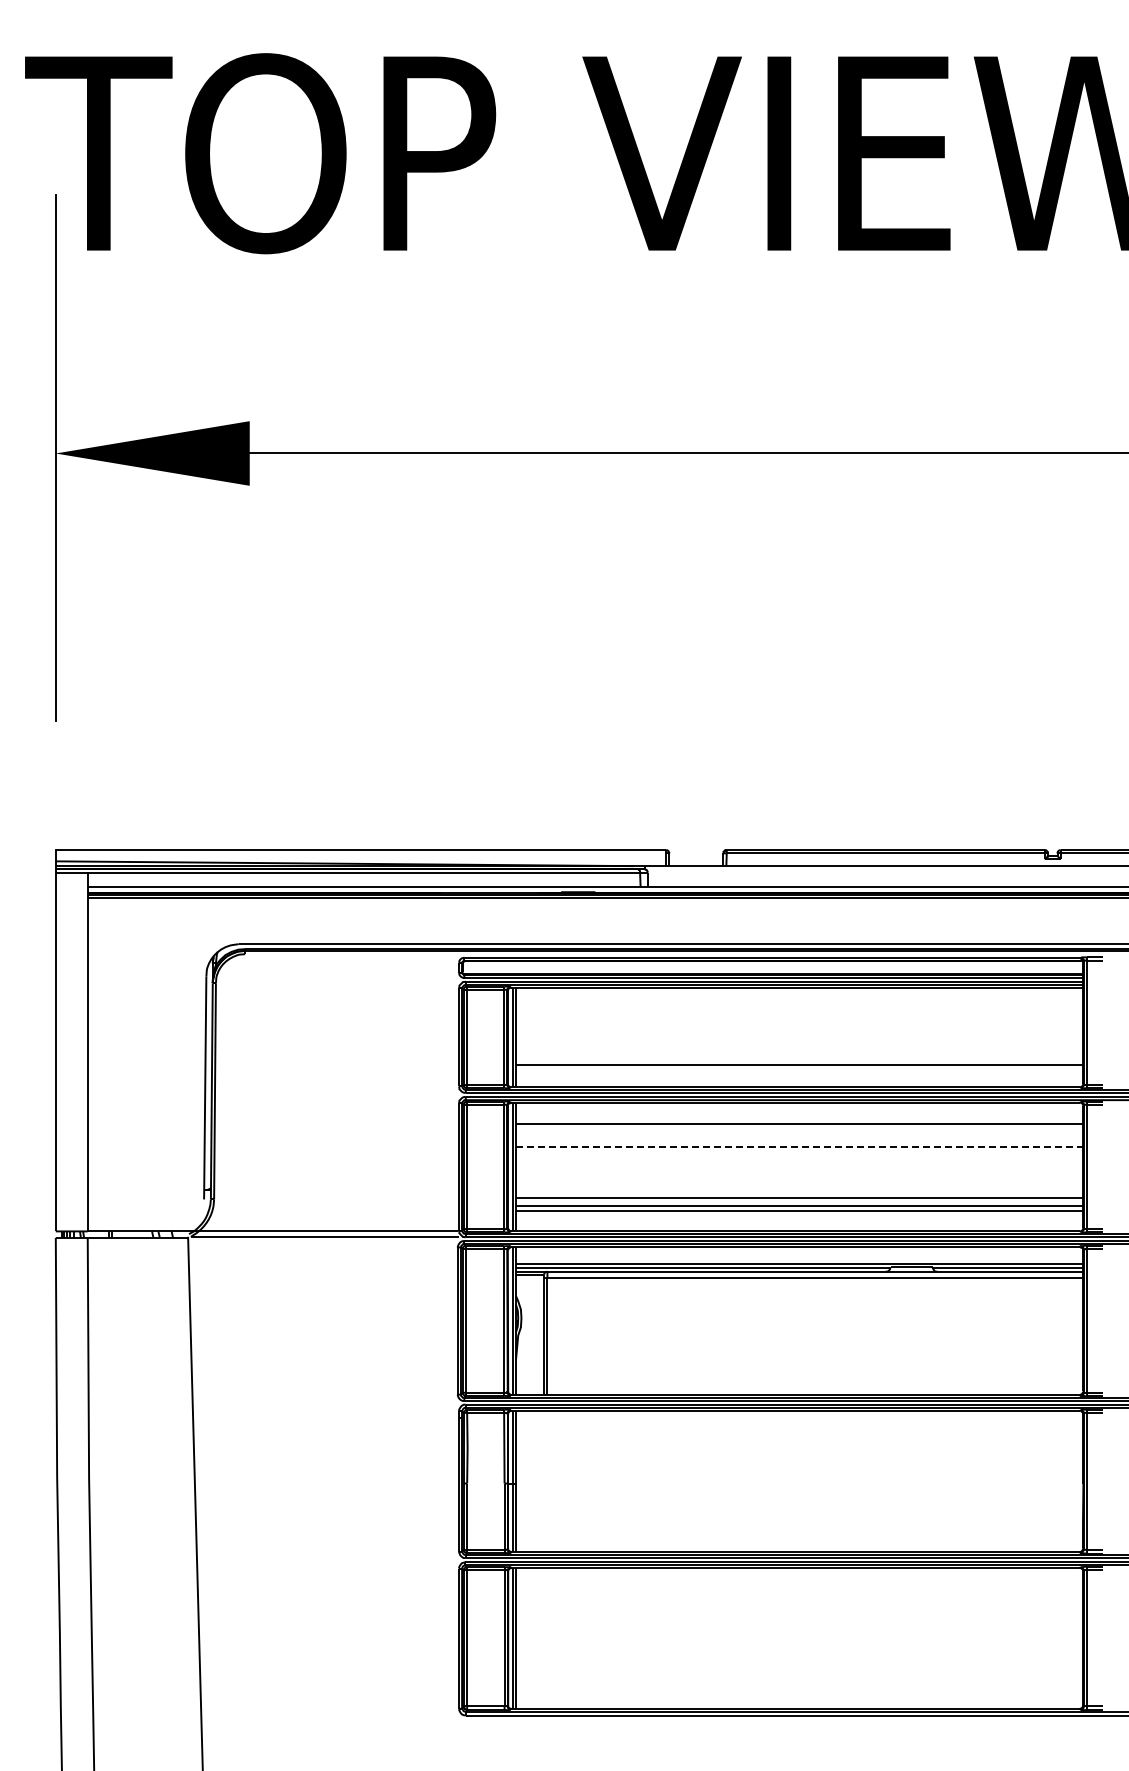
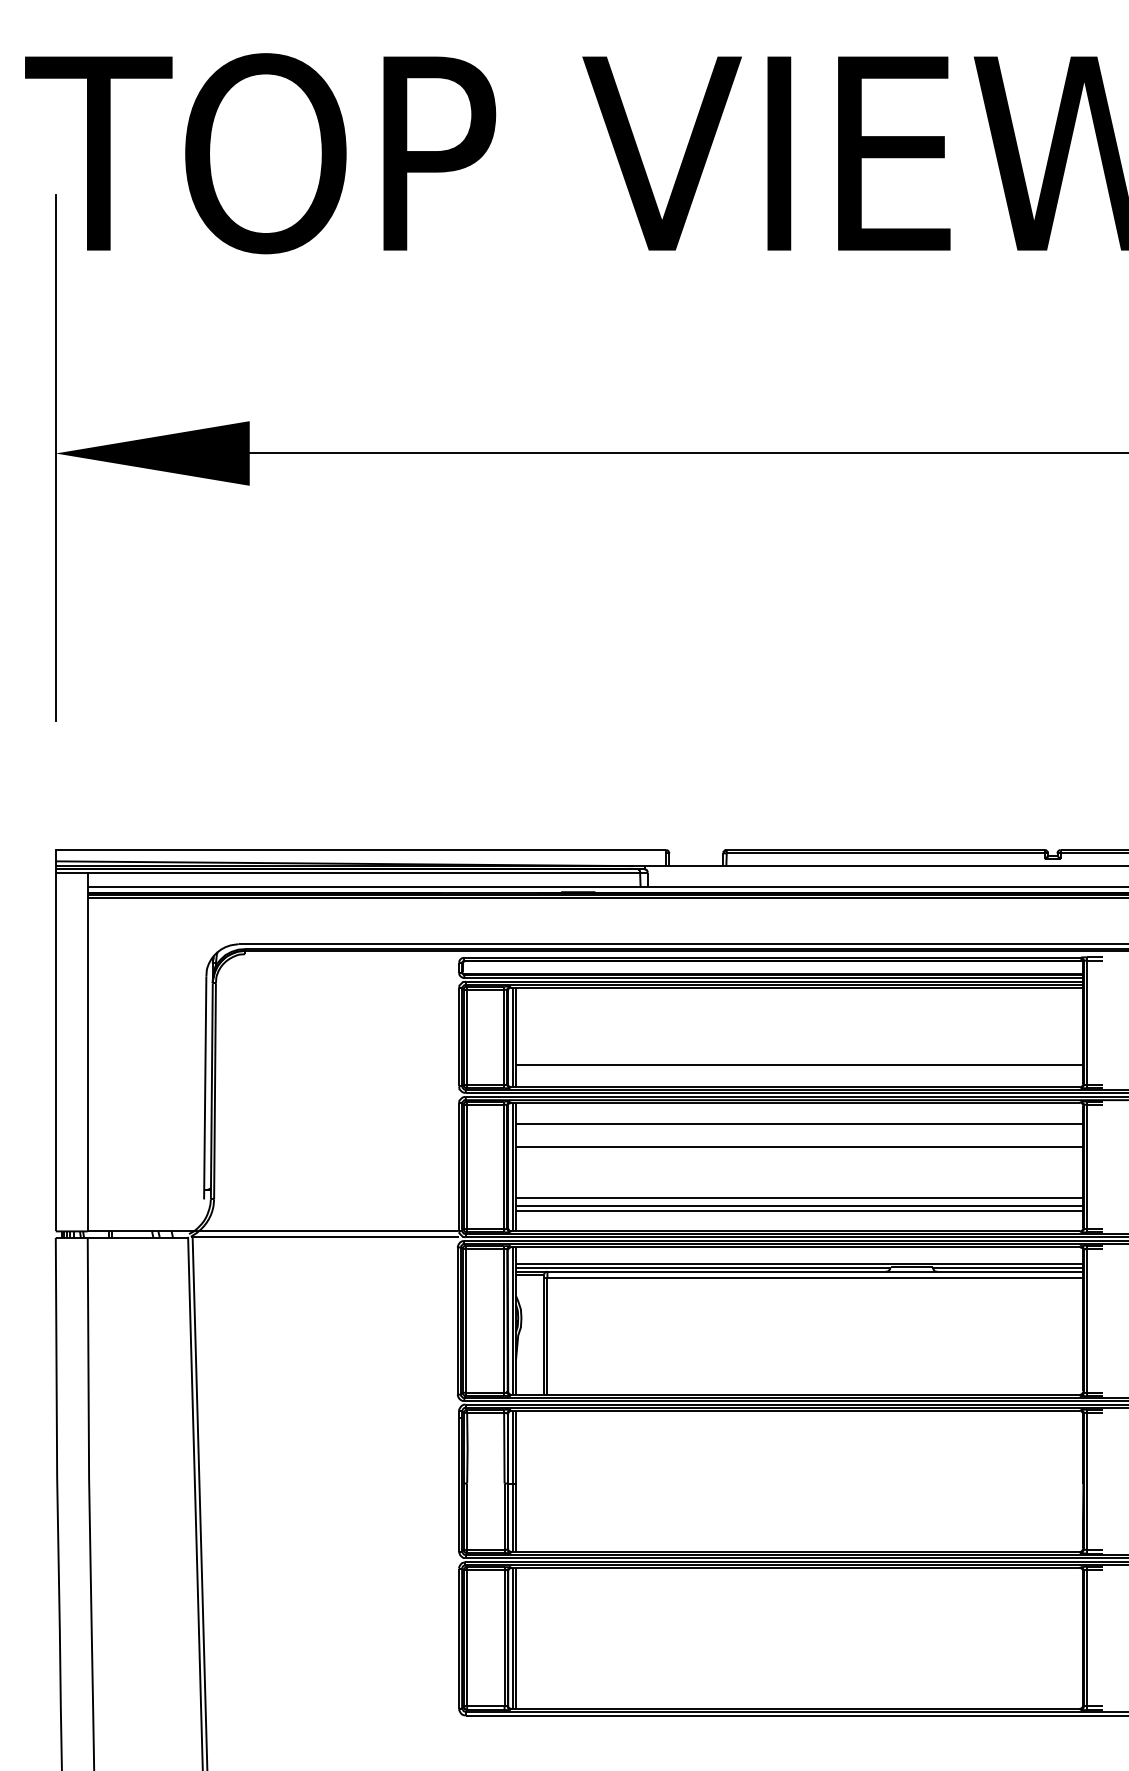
line at (799, 1147): dashed -> solid
line at (199, 1502): none -> present
